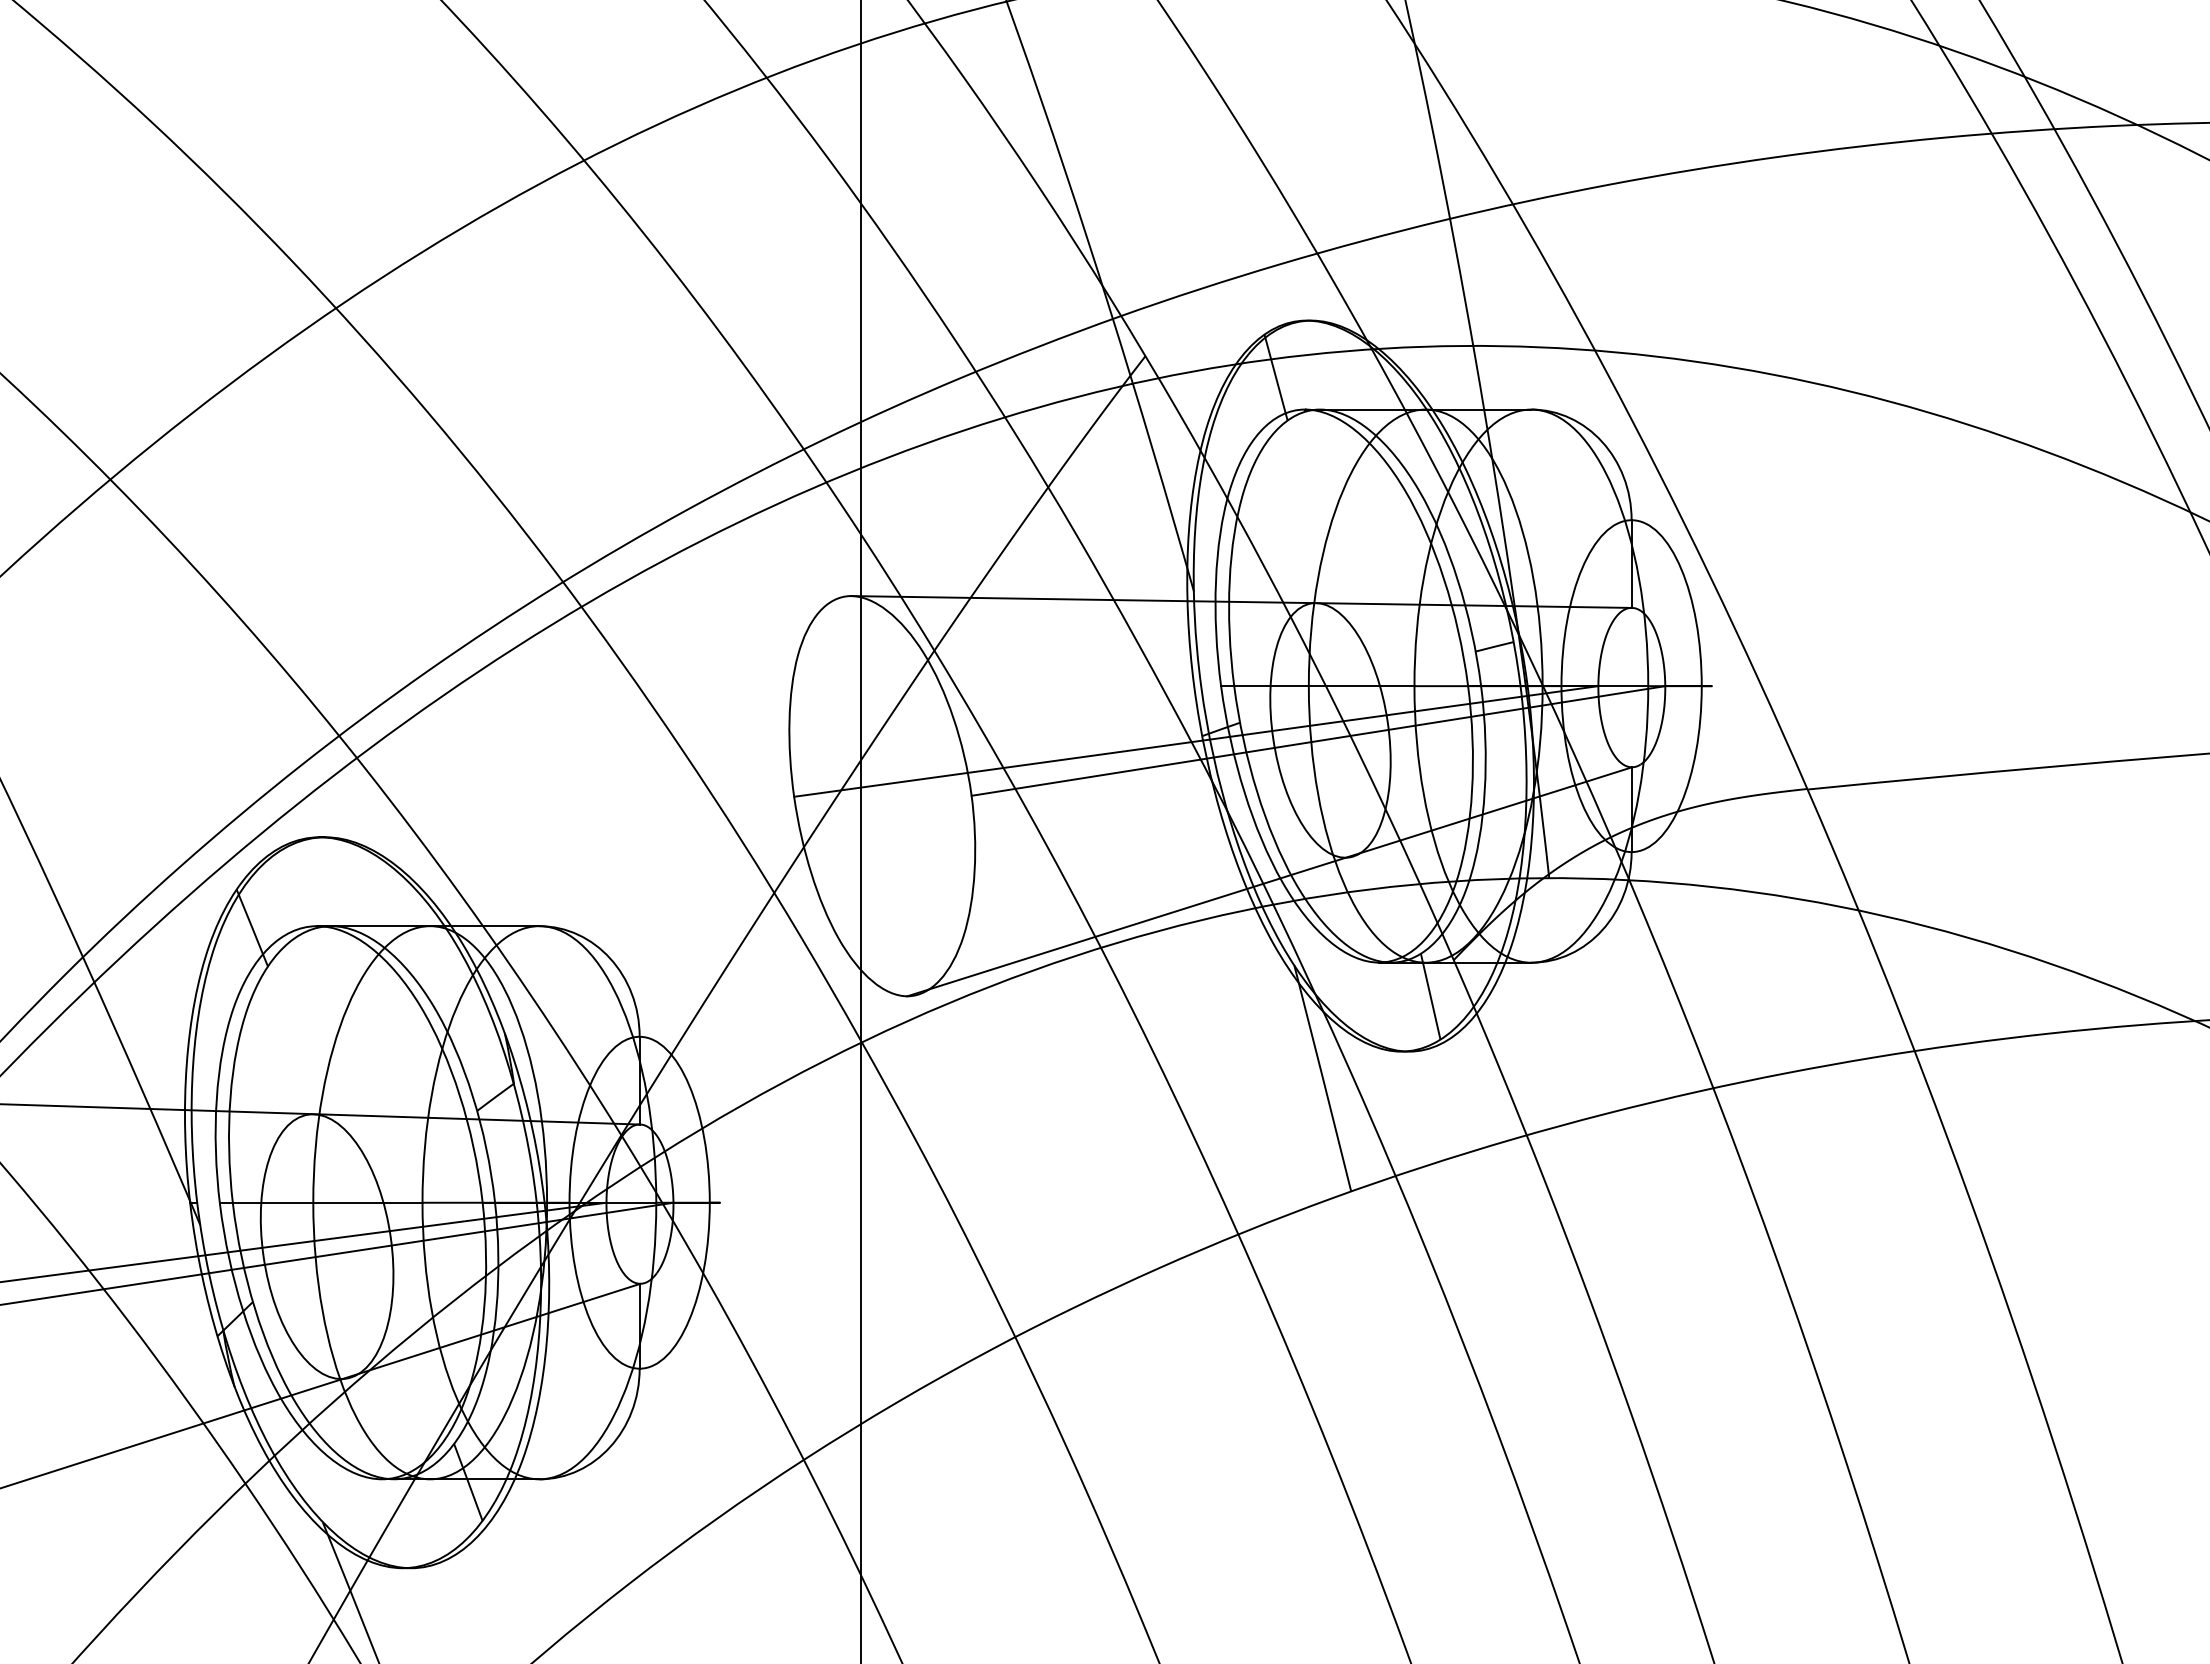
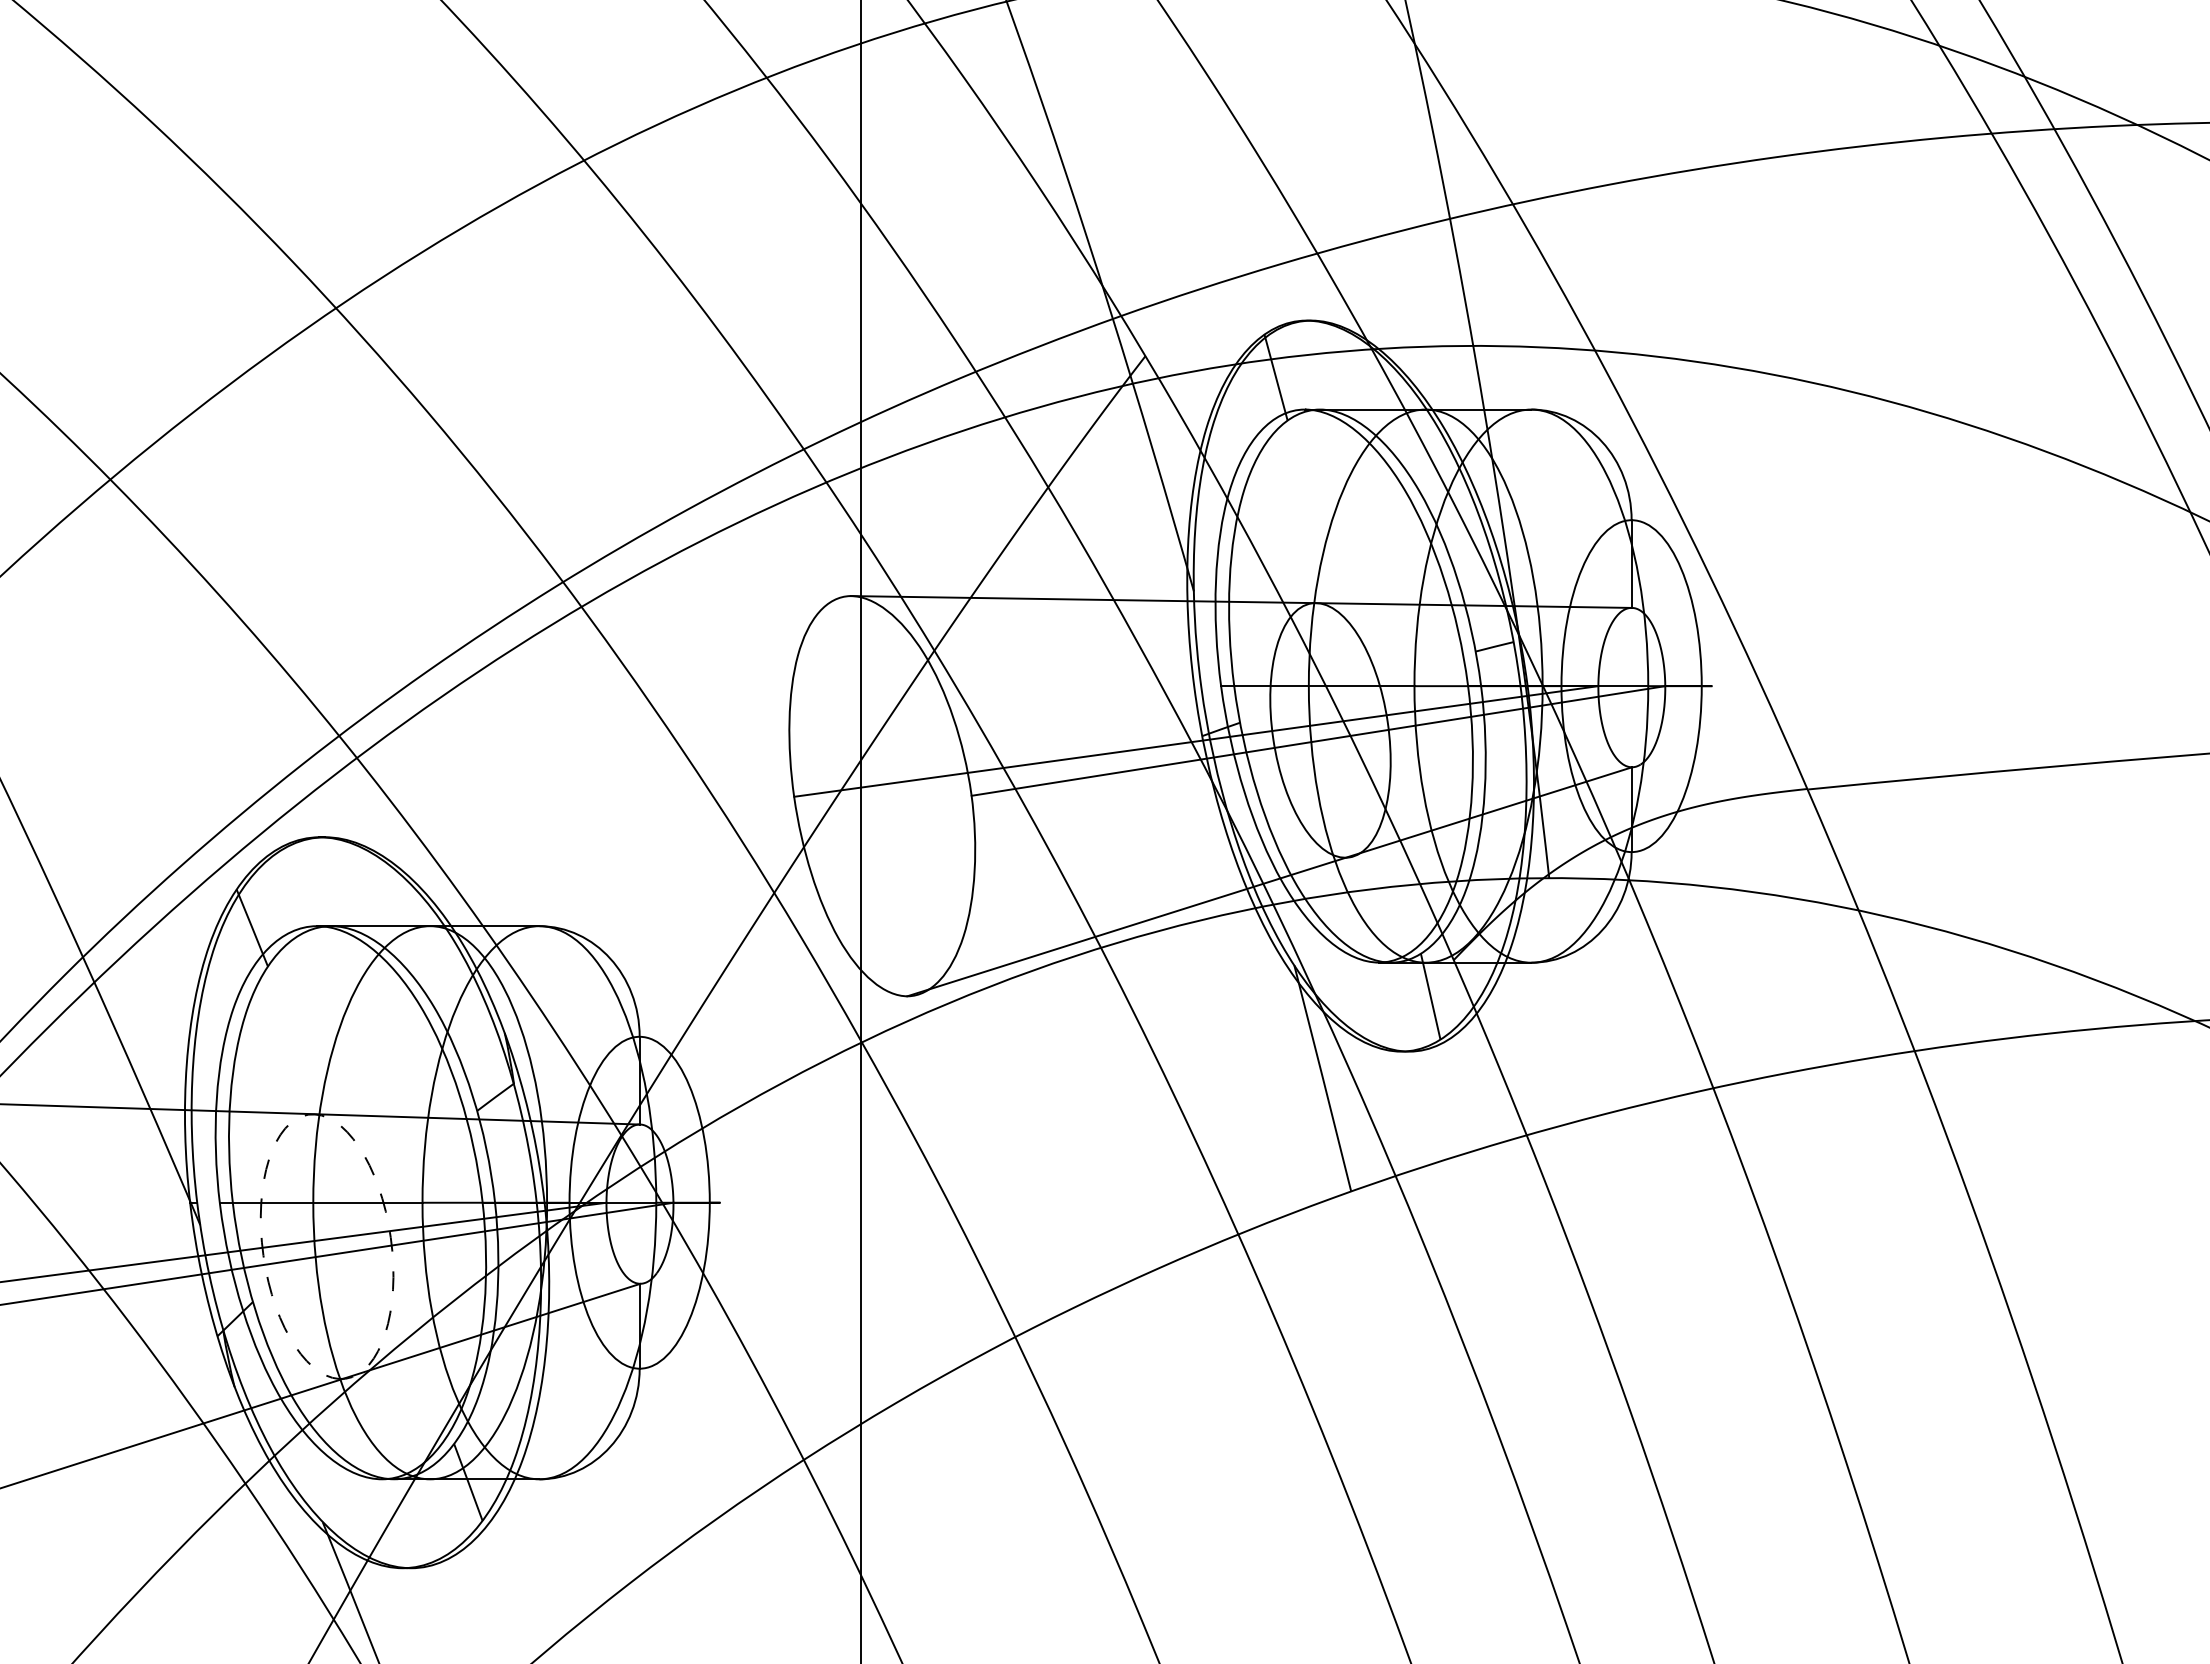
circle at (326, 1246): solid -> dashed
